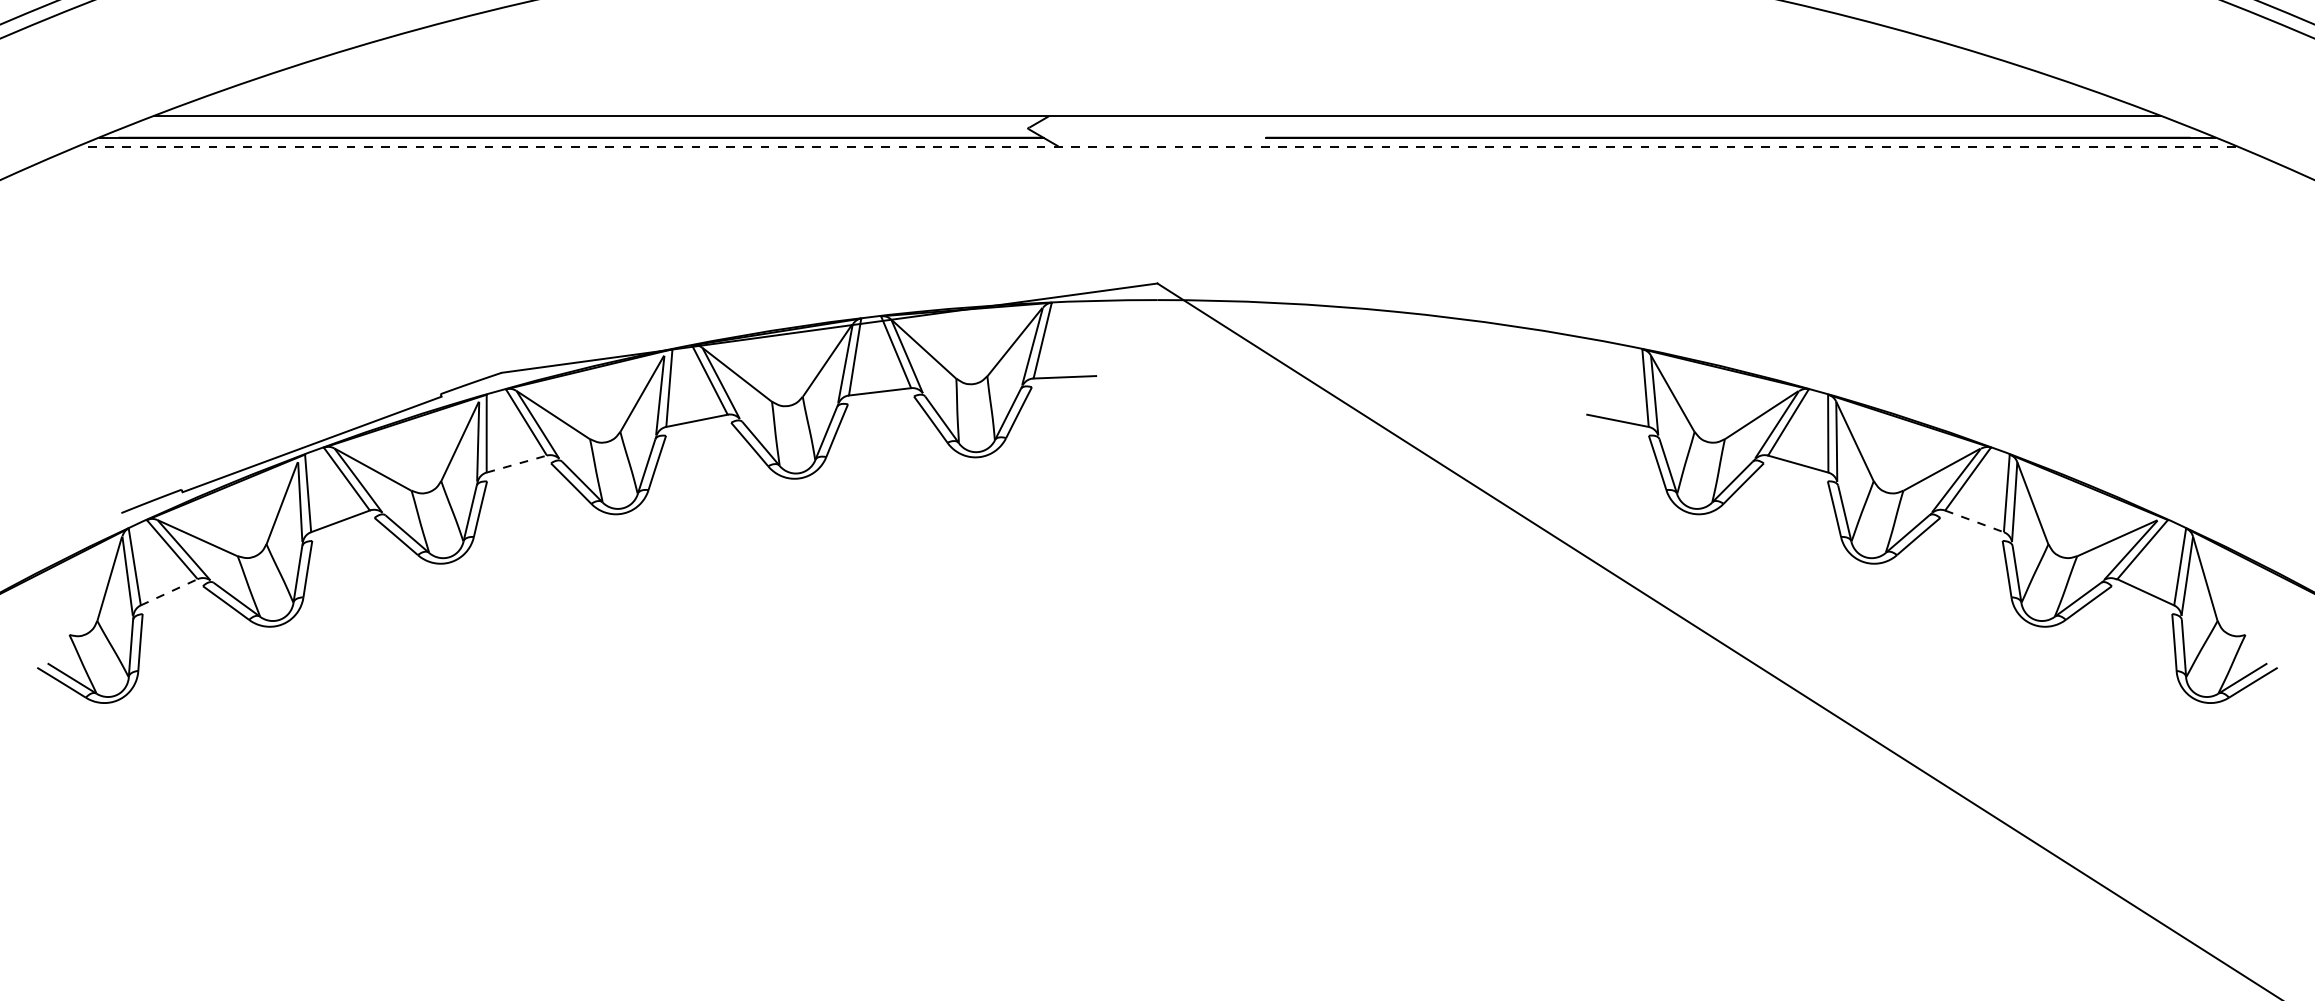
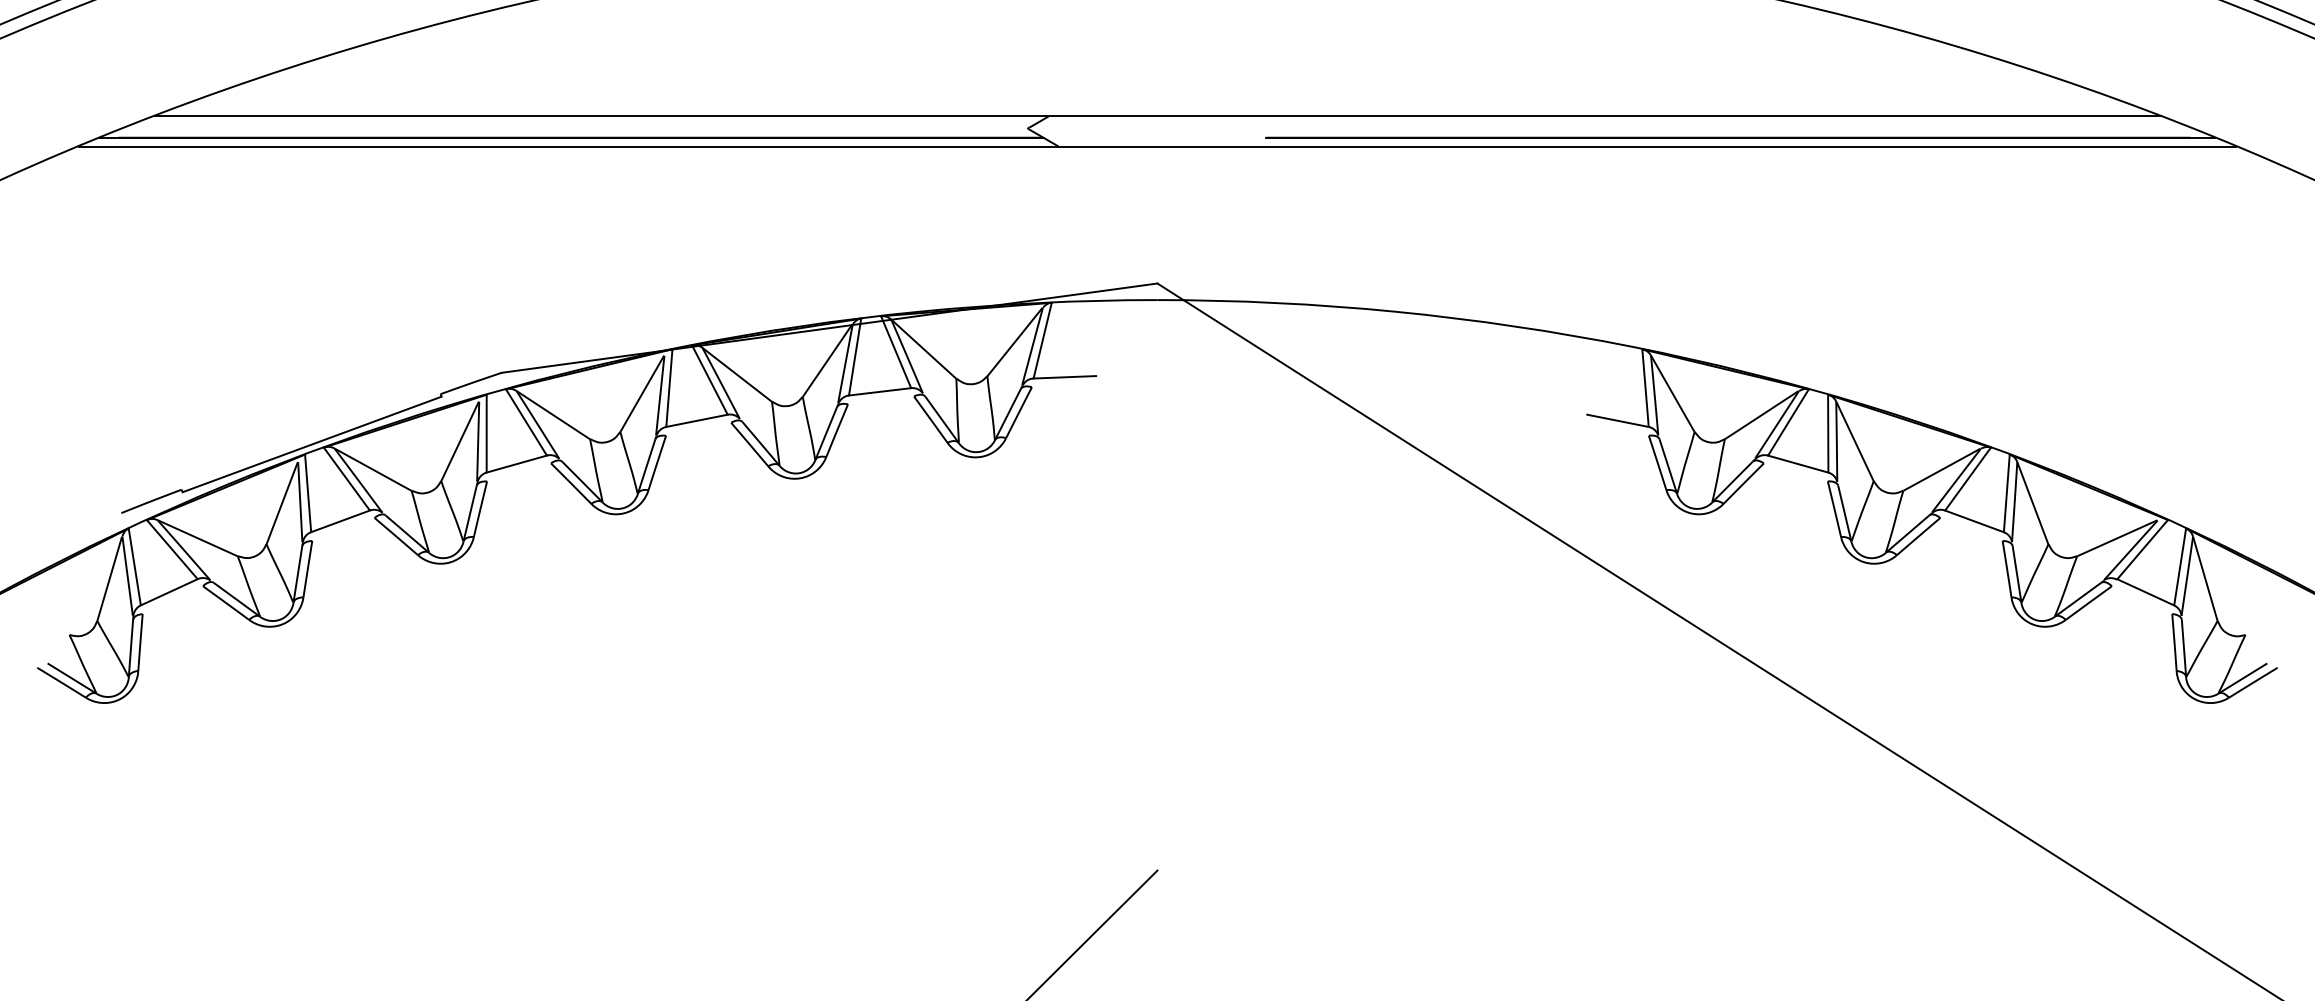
line at (1156, 146): dashed -> solid
line at (517, 463): dashed -> solid
line at (1974, 521): dashed -> solid
line at (169, 592): dashed -> solid
line at (1093, 933): none -> present
